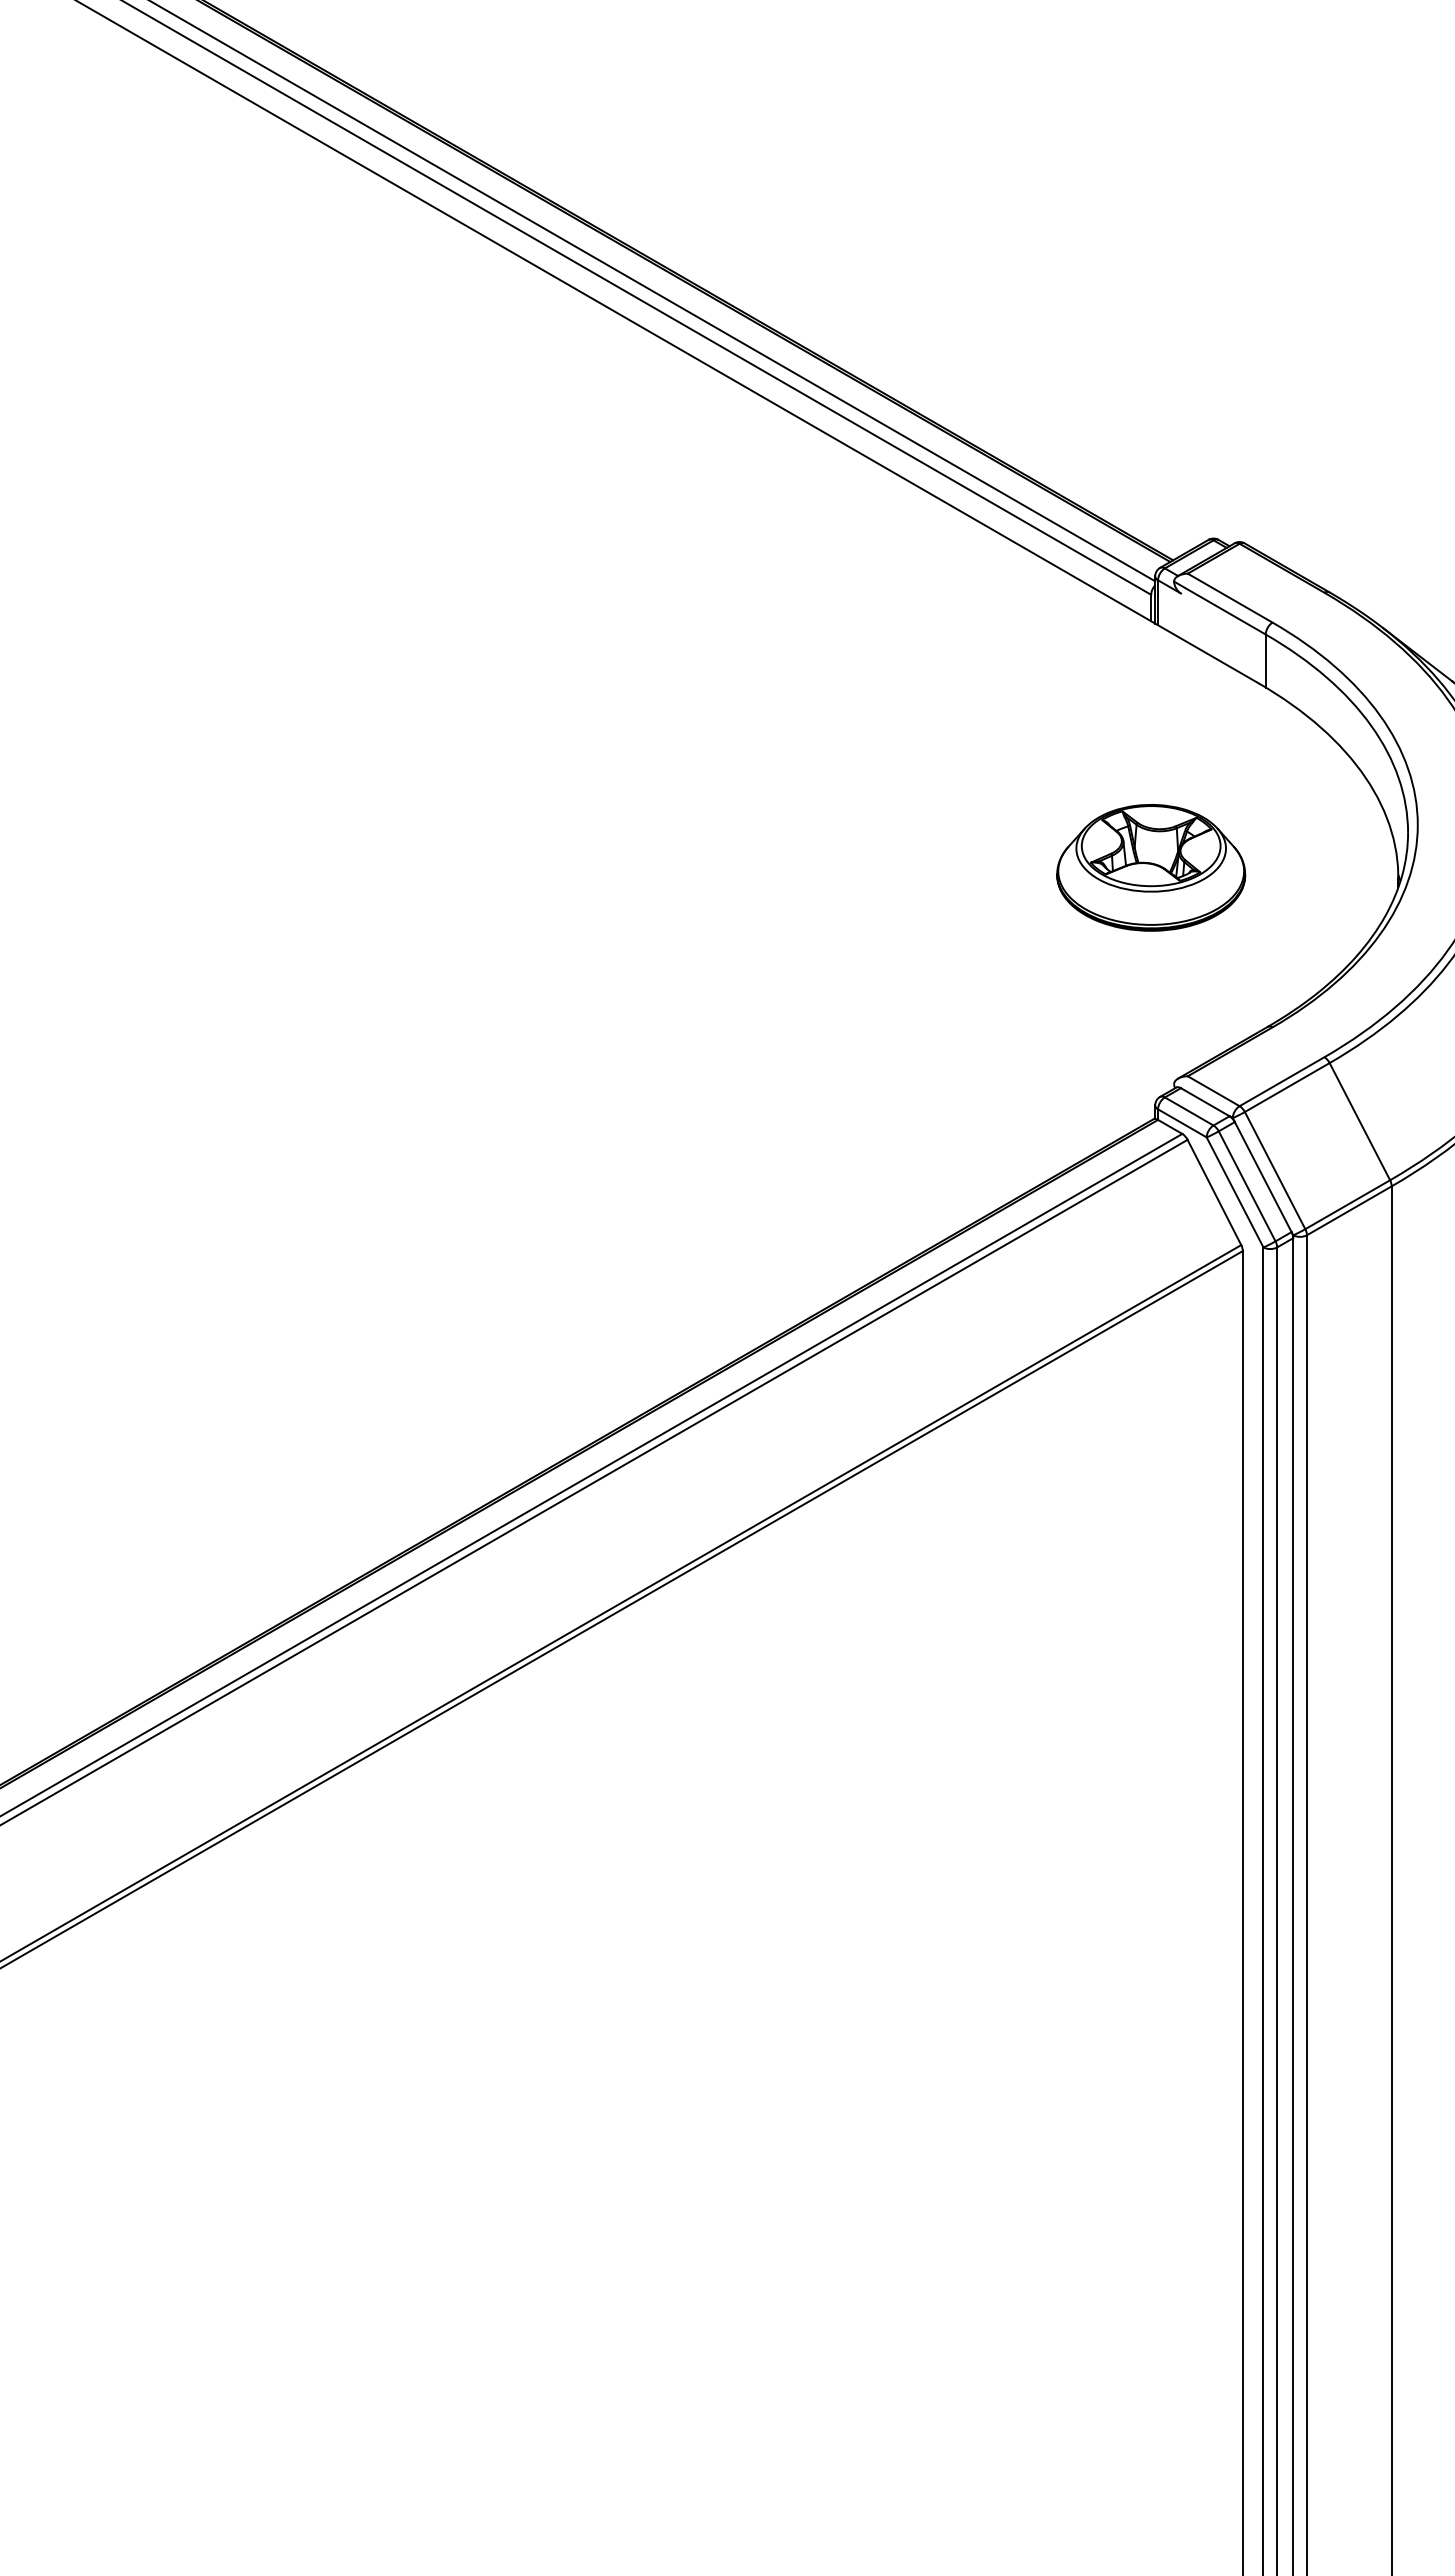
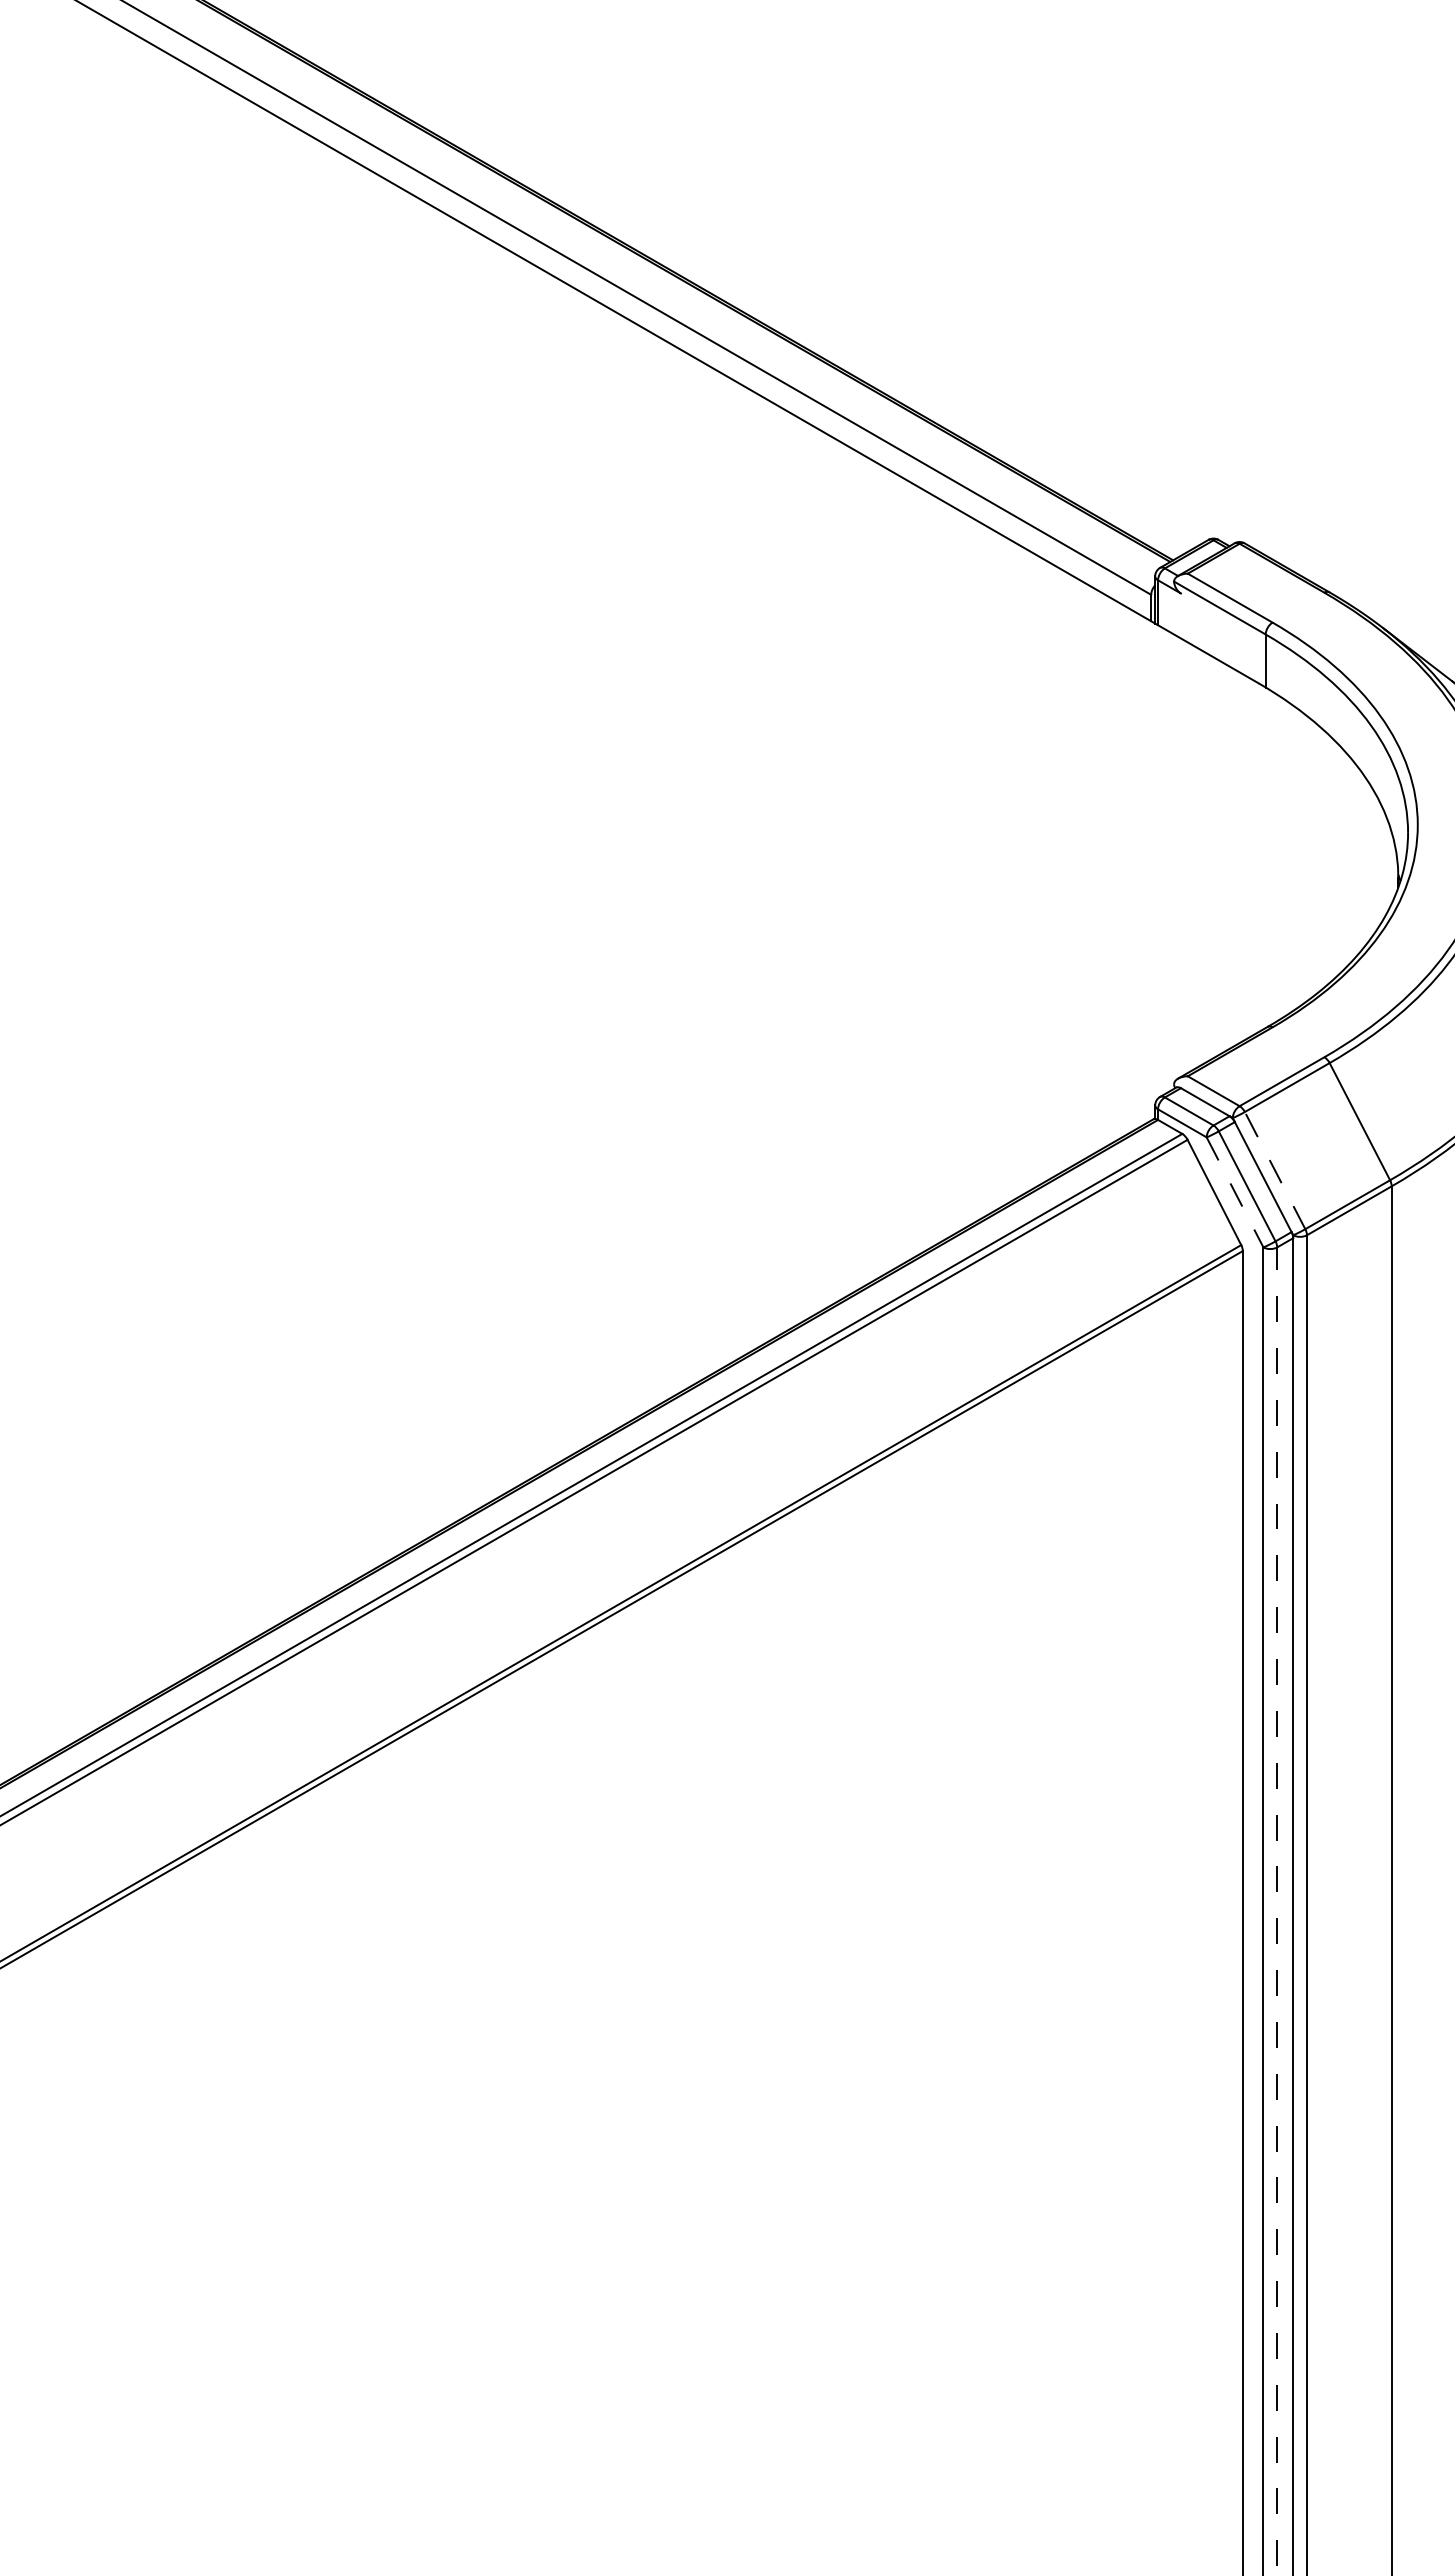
line at (653, 291): present -> none
part at (1151, 867): present -> none
line at (1275, 1170): solid -> dashed
line at (1235, 1192): solid -> dashed
line at (1277, 1911): solid -> dashed
